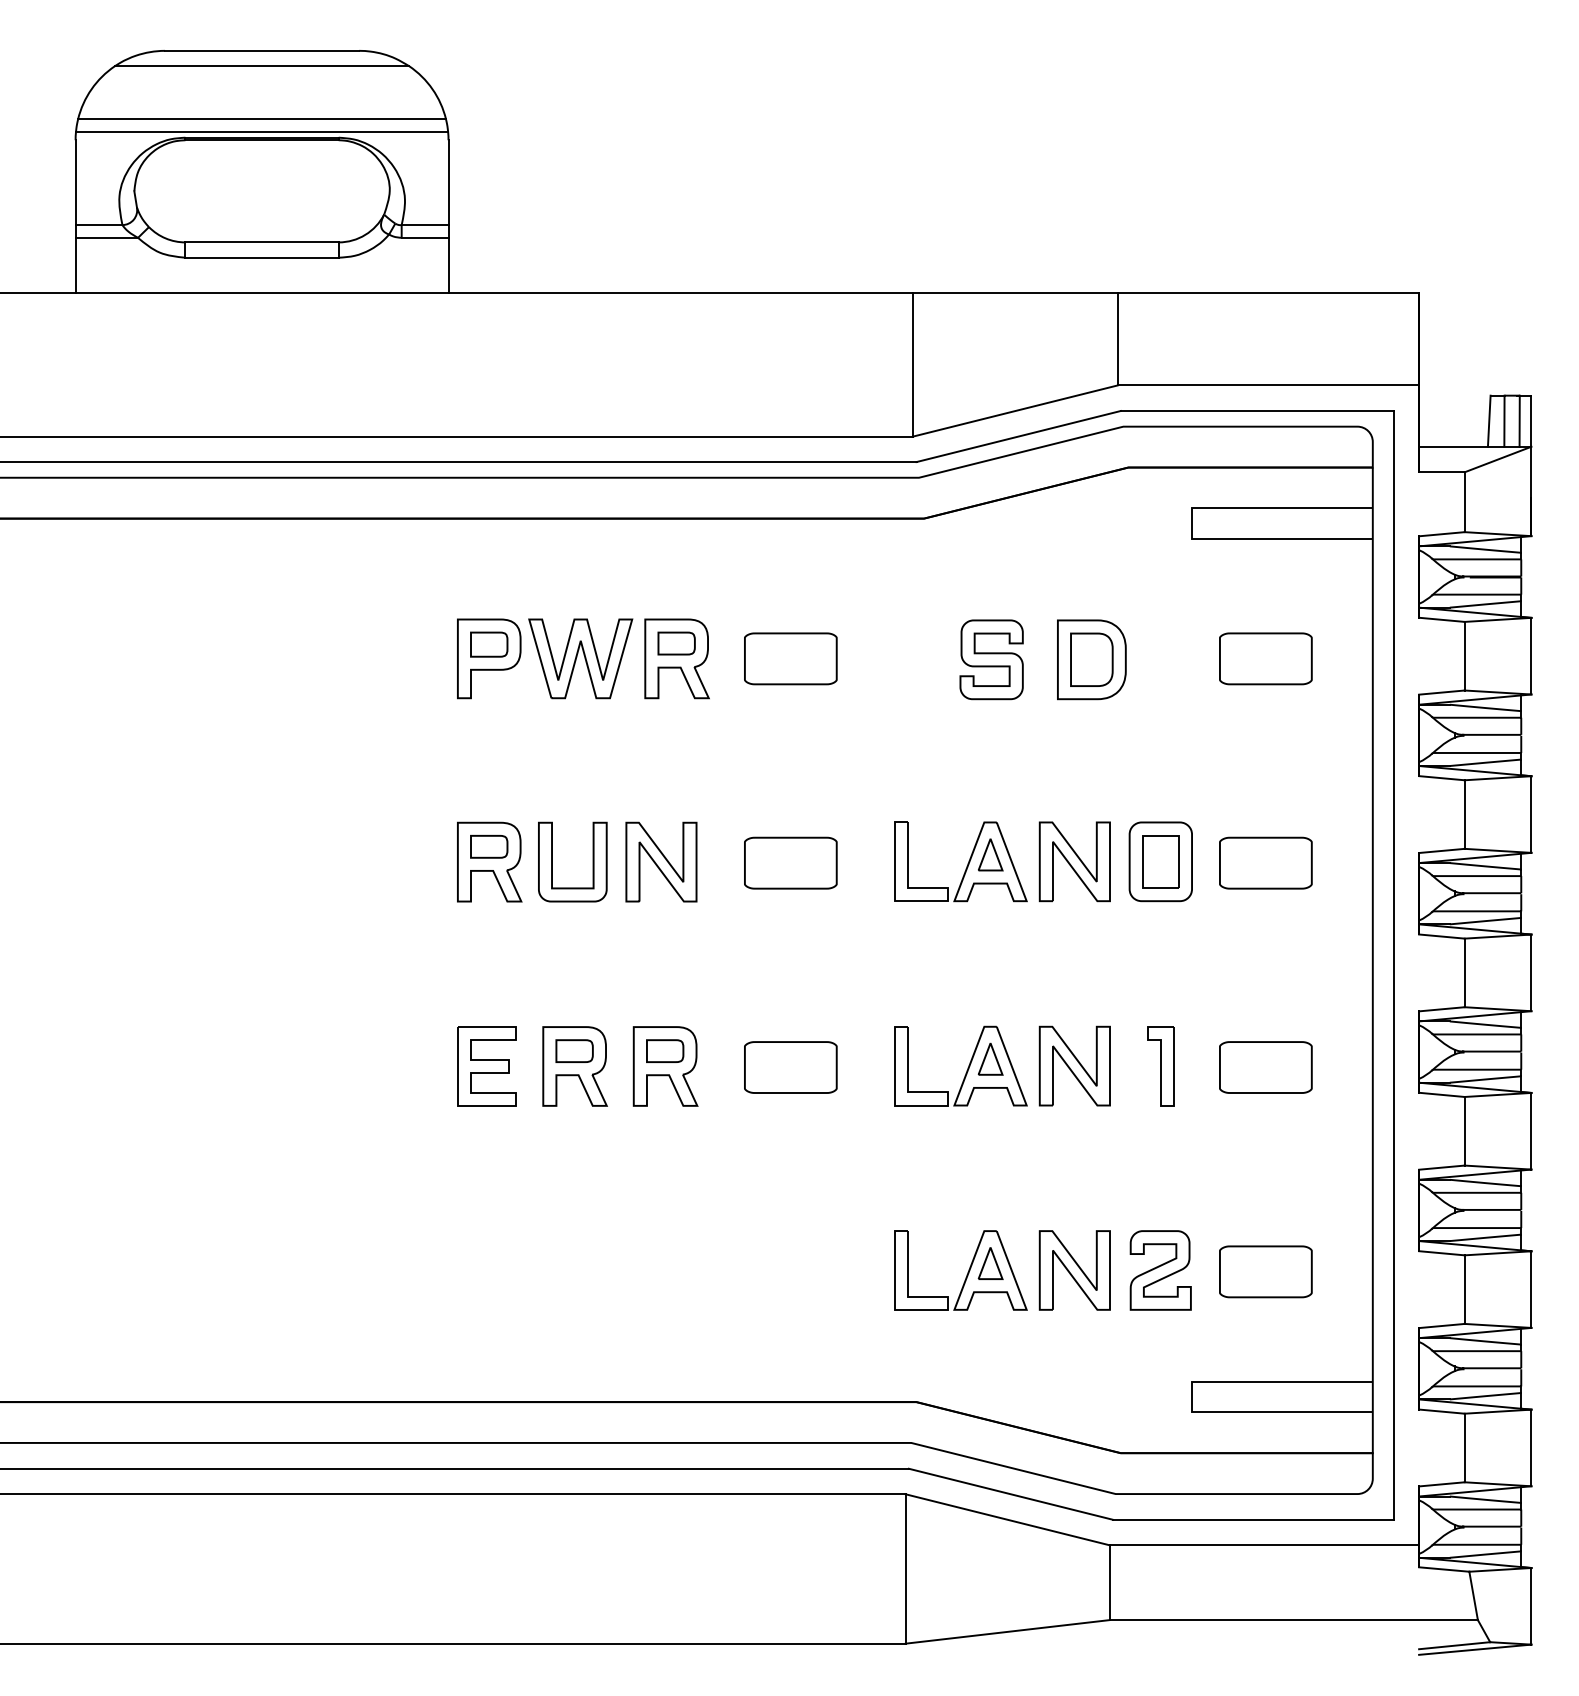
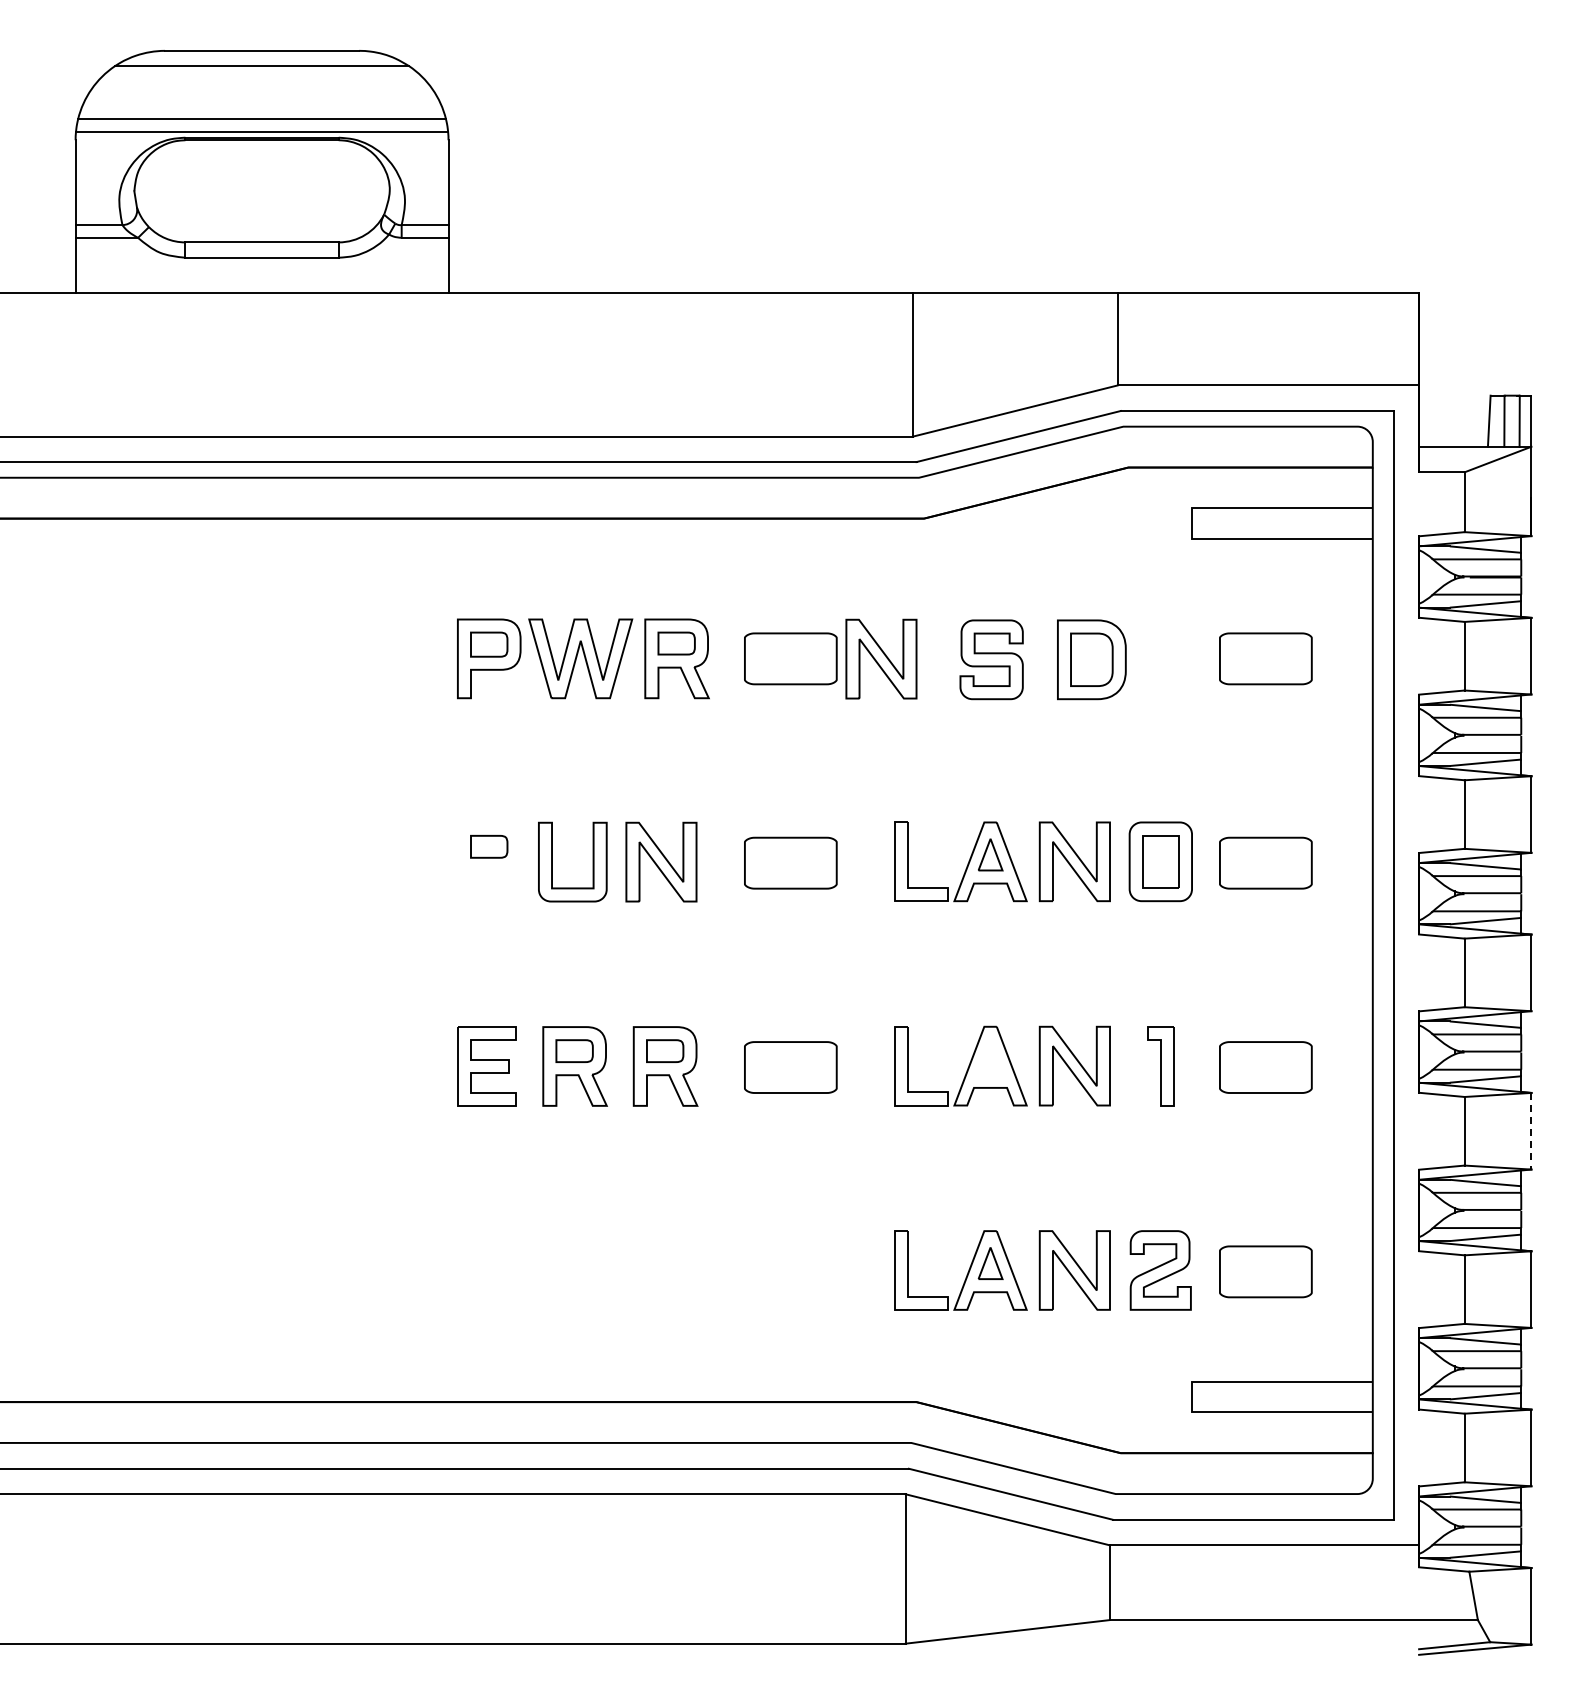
part at (881, 658): none -> present
part at (489, 861): present -> none
part at (990, 1058): present -> none
line at (1531, 1131): solid -> dashed
